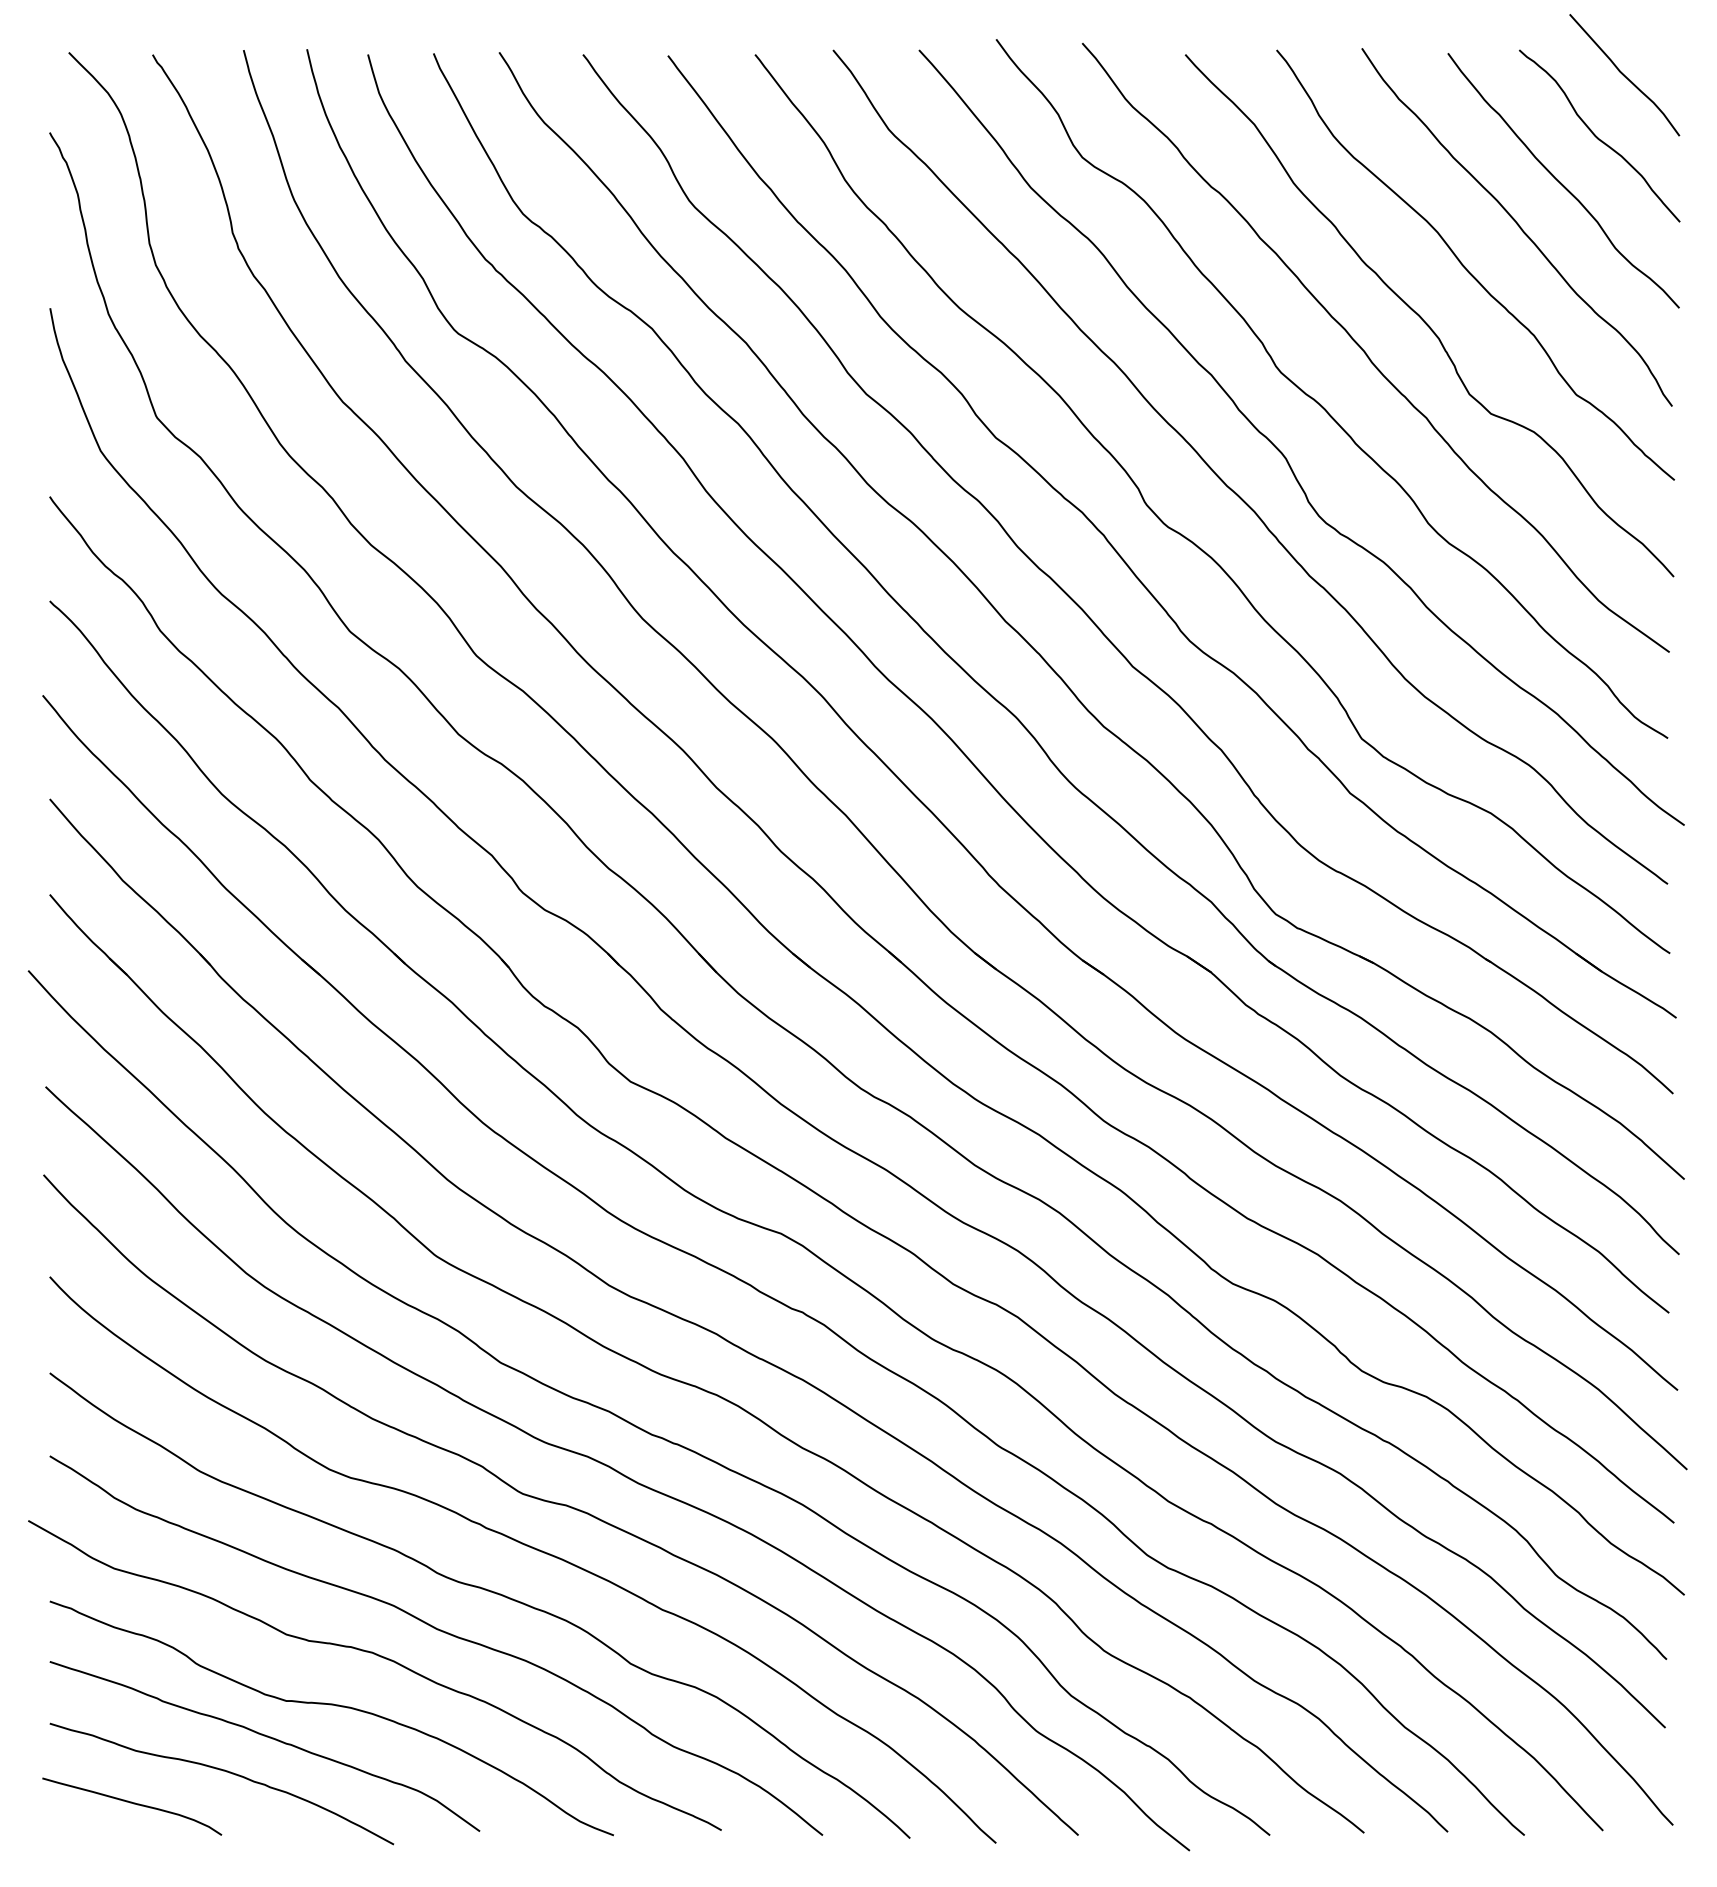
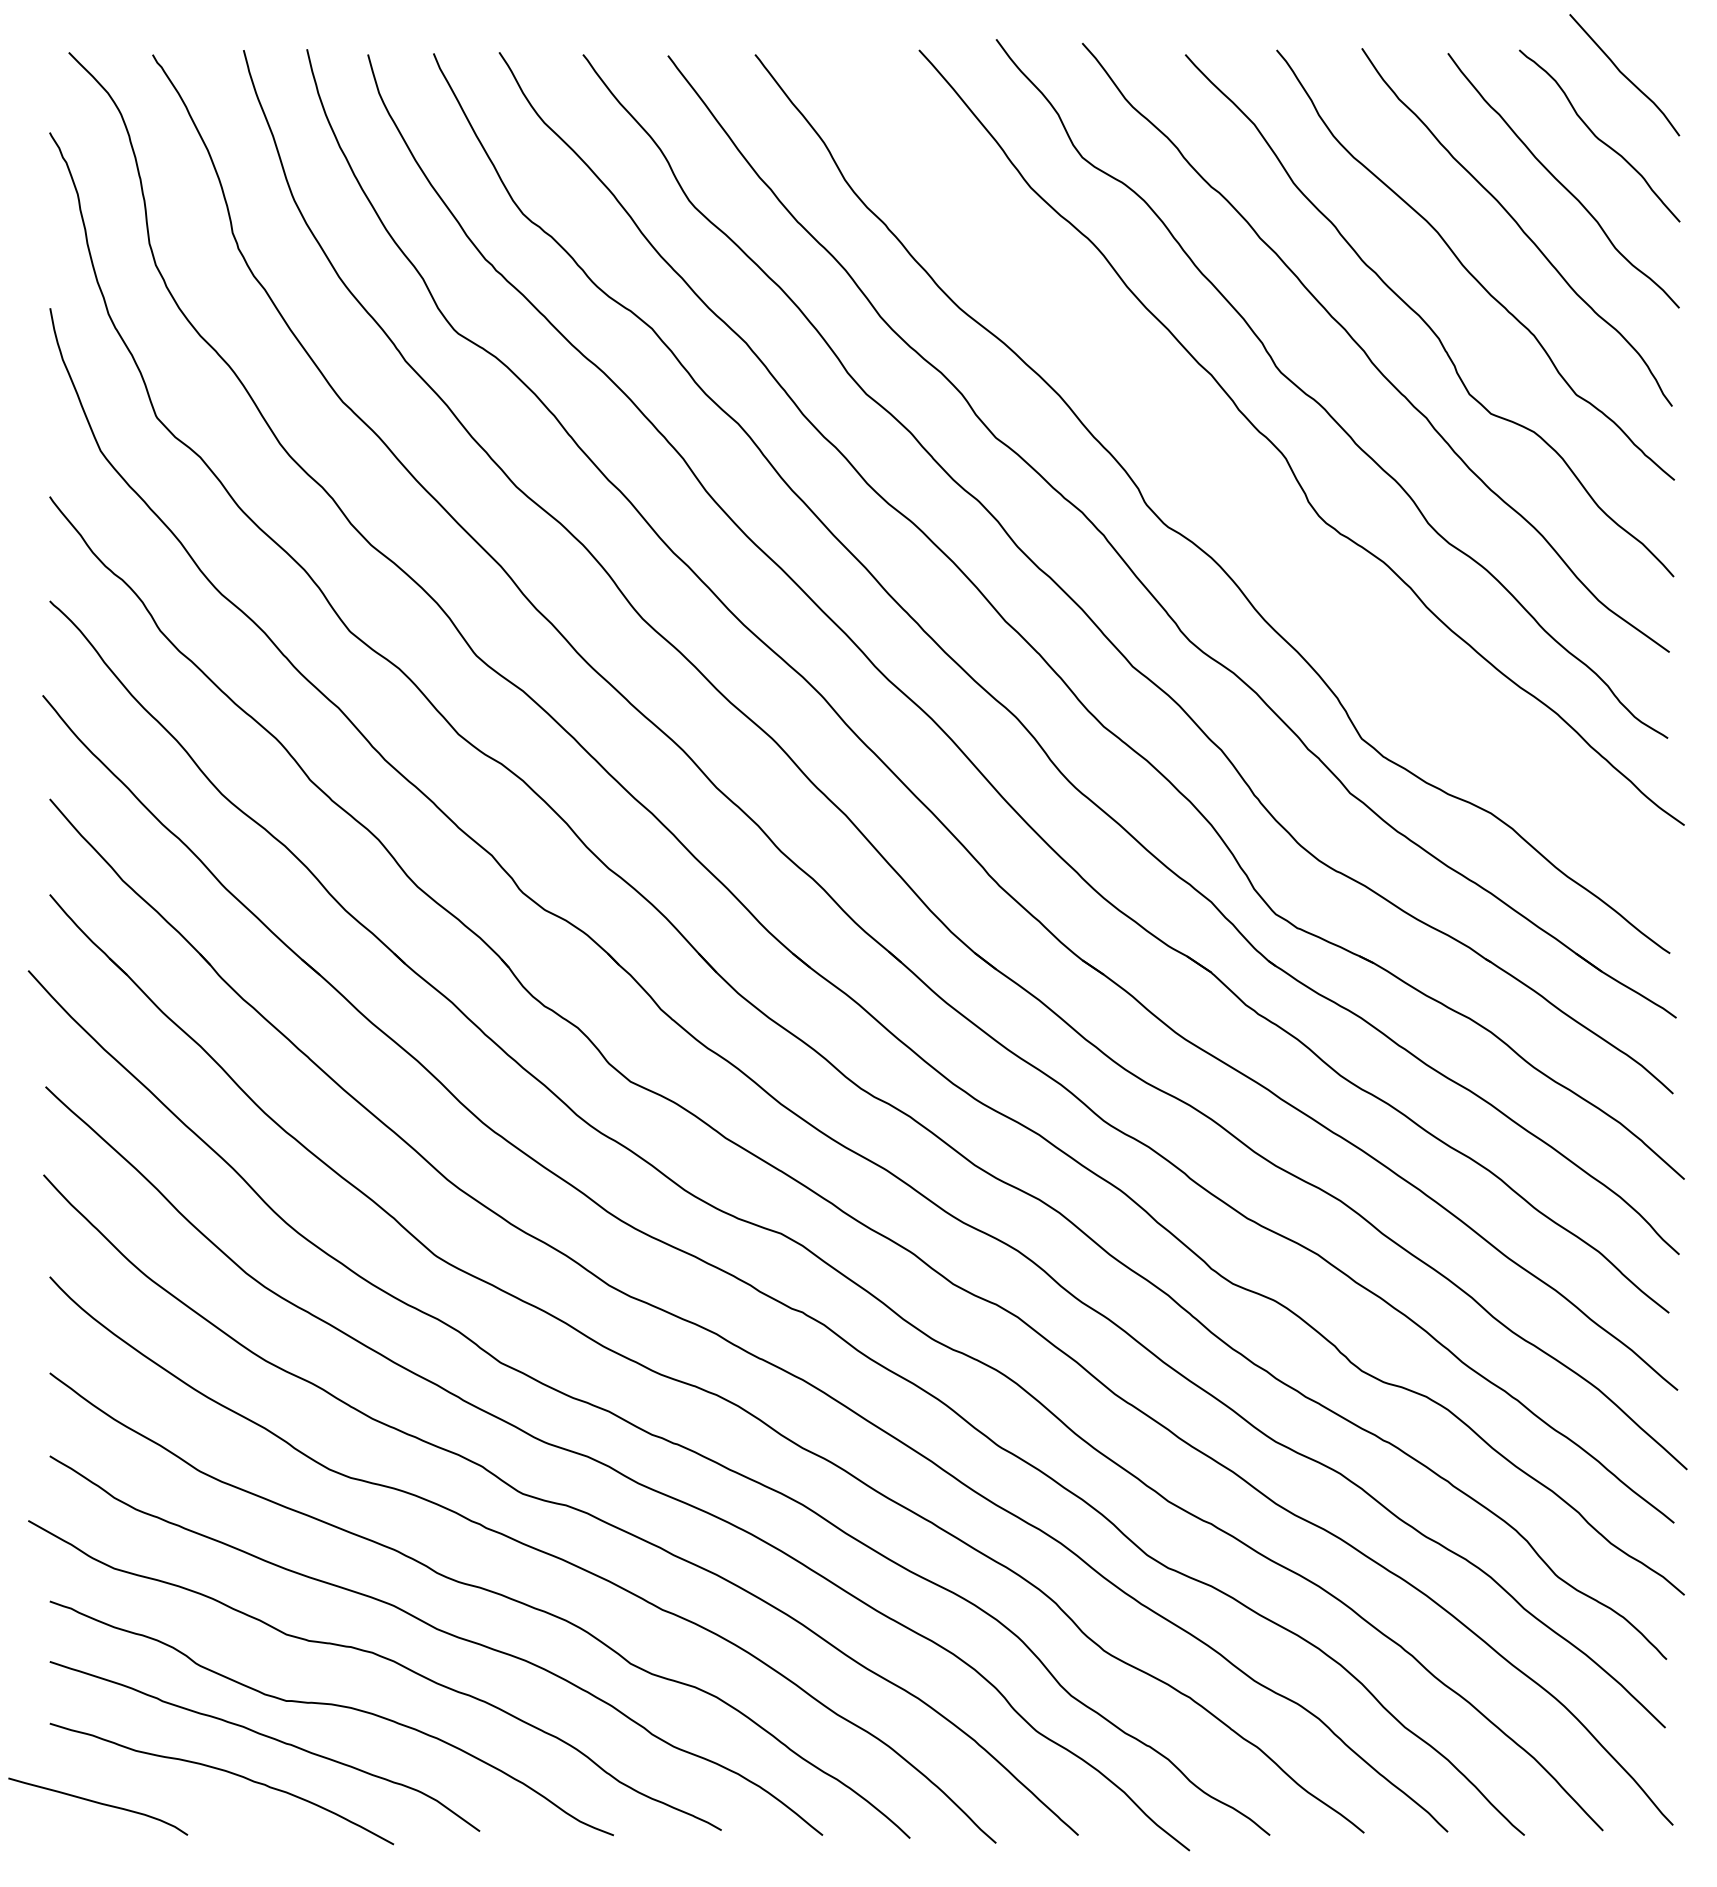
curve at (1229, 486): present -> none
curve at (133, 1804) position: (133, 1804) -> (99, 1804)
